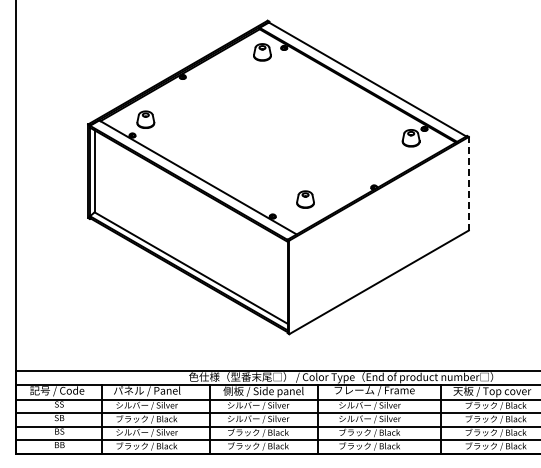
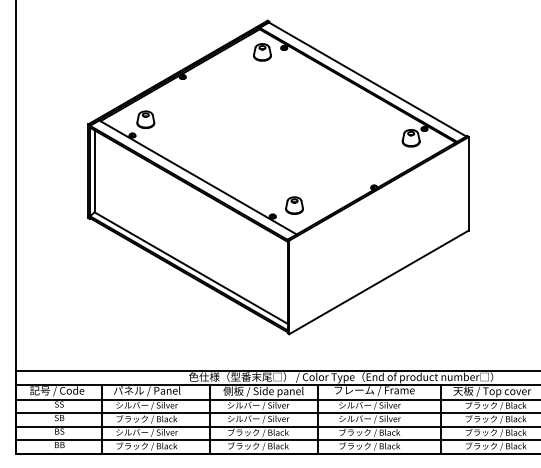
line at (468, 183): dashed -> solid
part at (305, 199) position: (305, 199) -> (294, 205)
